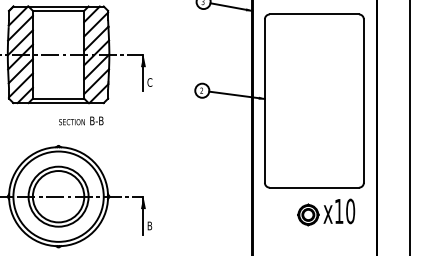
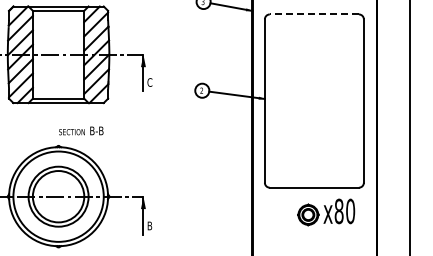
line at (314, 14): solid -> dashed
text at (81, 120) position: (81, 120) -> (81, 130)
text at (338, 211): x10 -> x80
